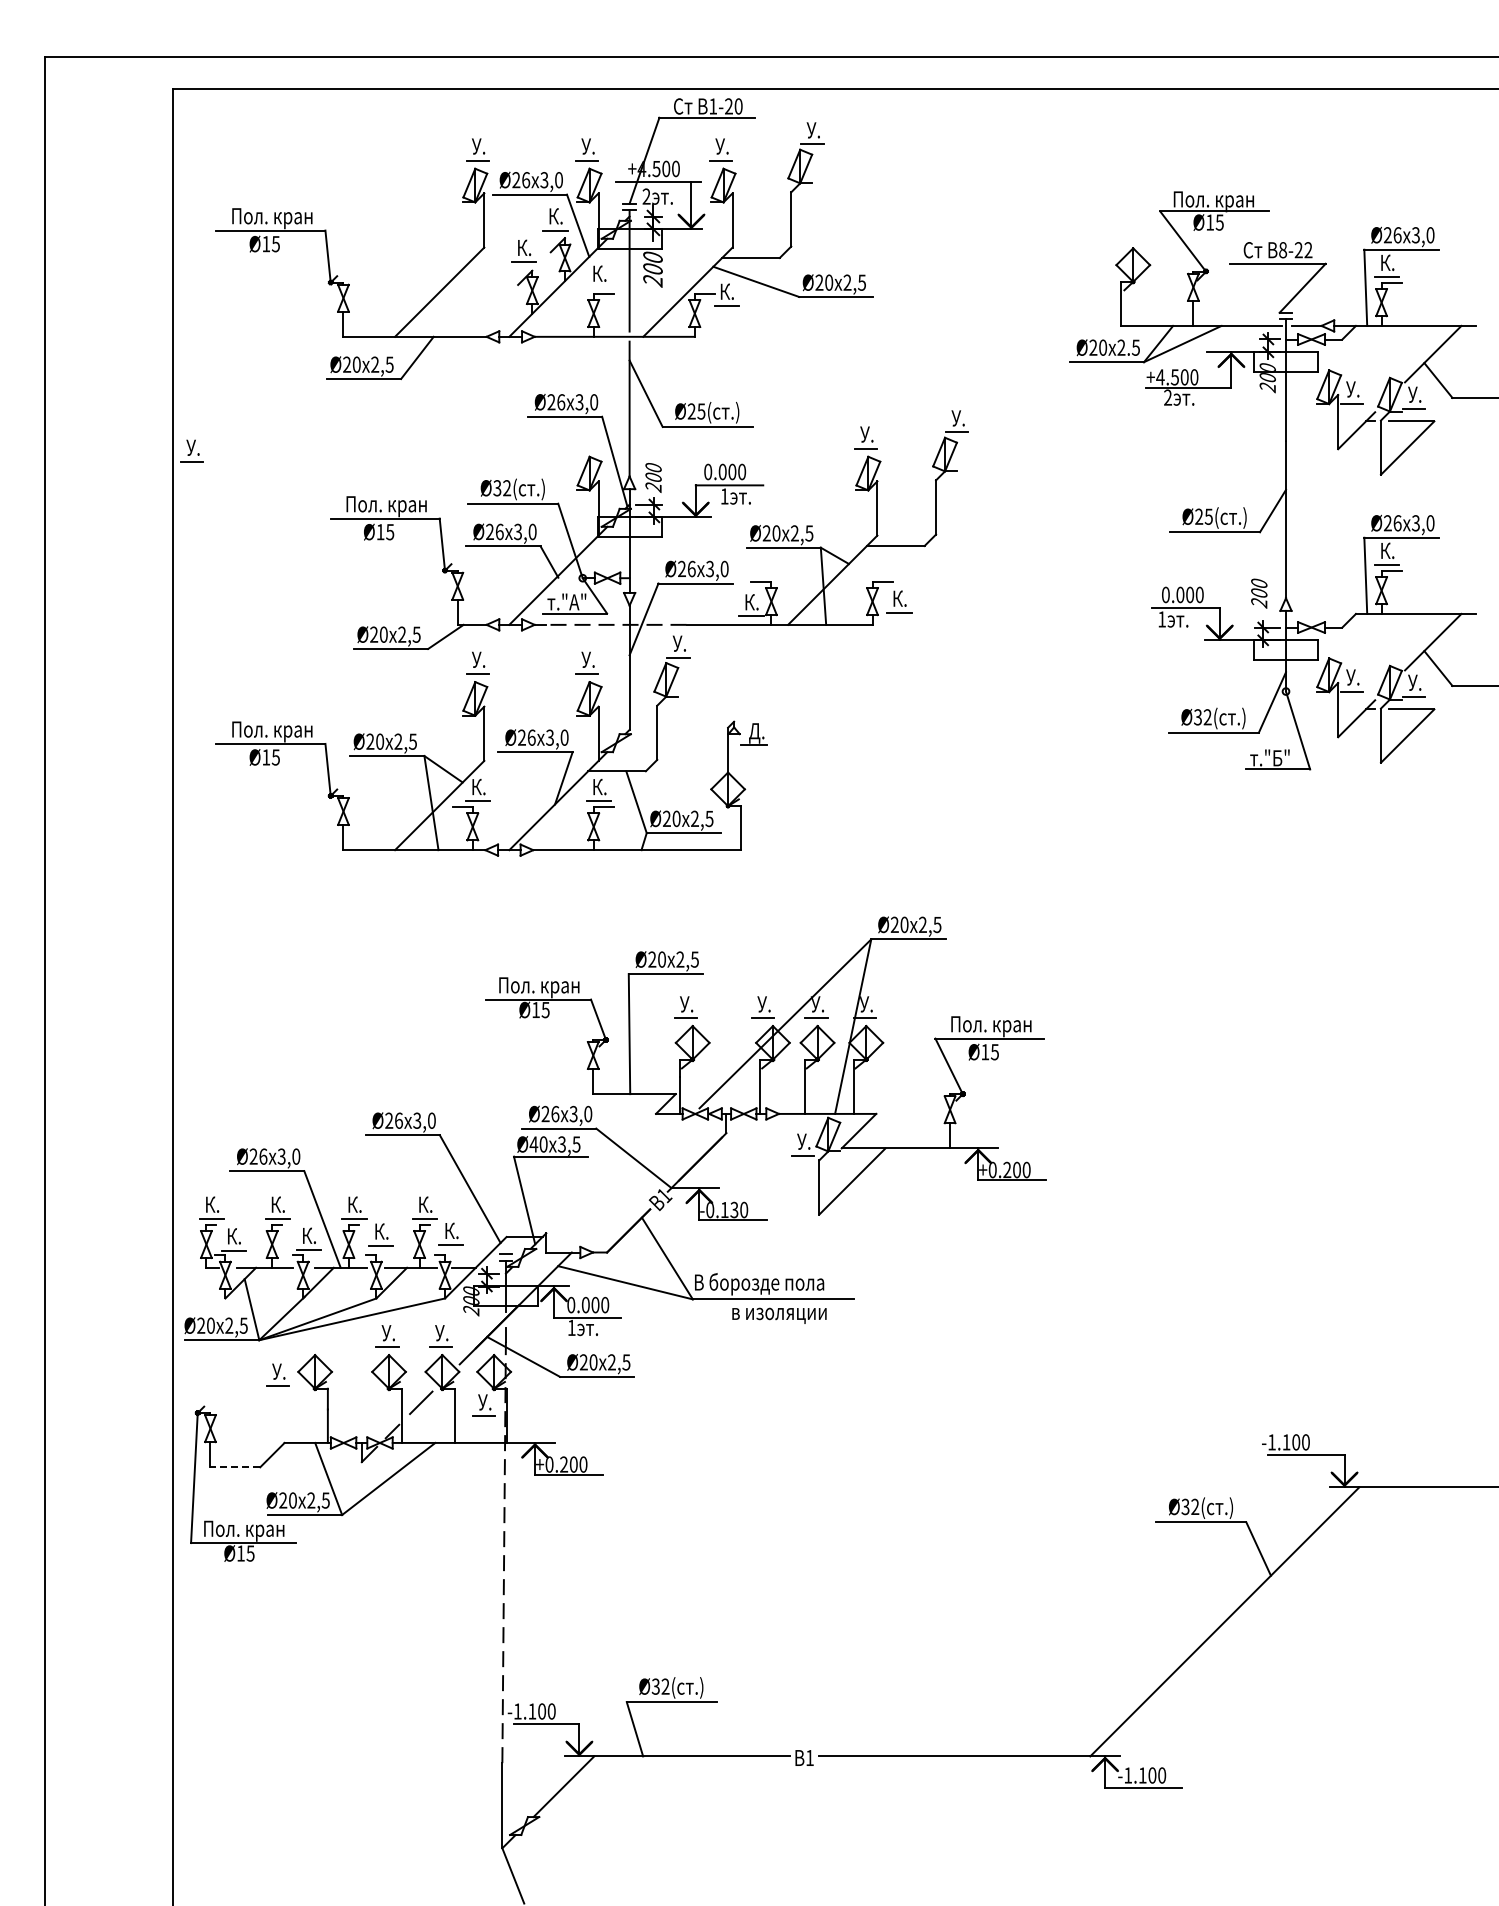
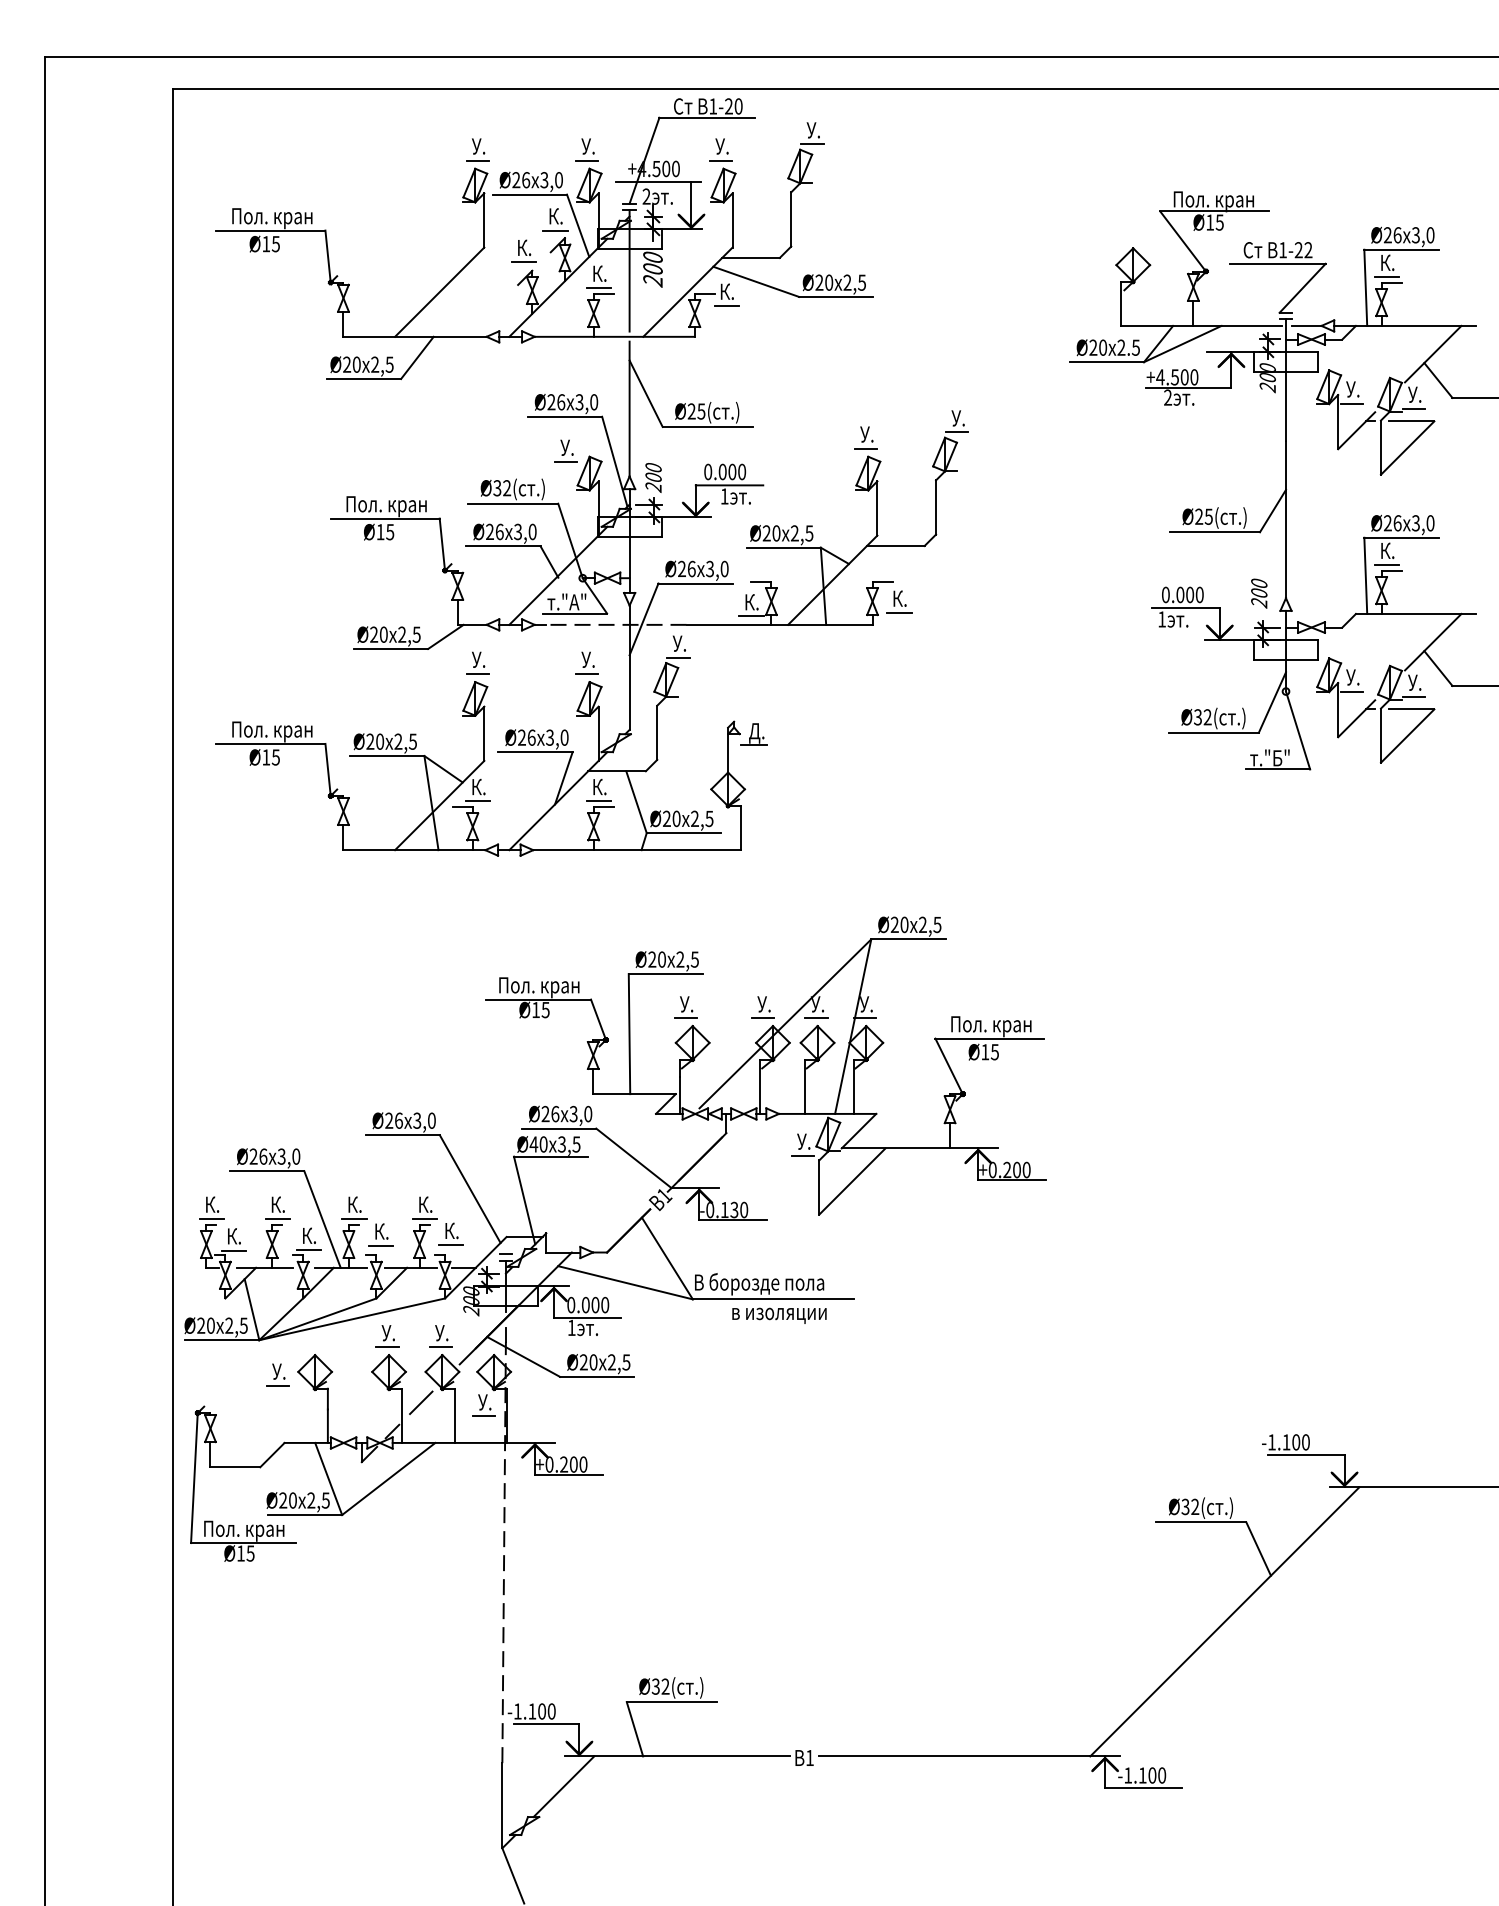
text at (1283, 250): 8-22 -> 1-22
line at (599, 287): none -> present
part at (191, 450) position: (191, 450) -> (565, 450)
line at (235, 1467): dashed -> solid
